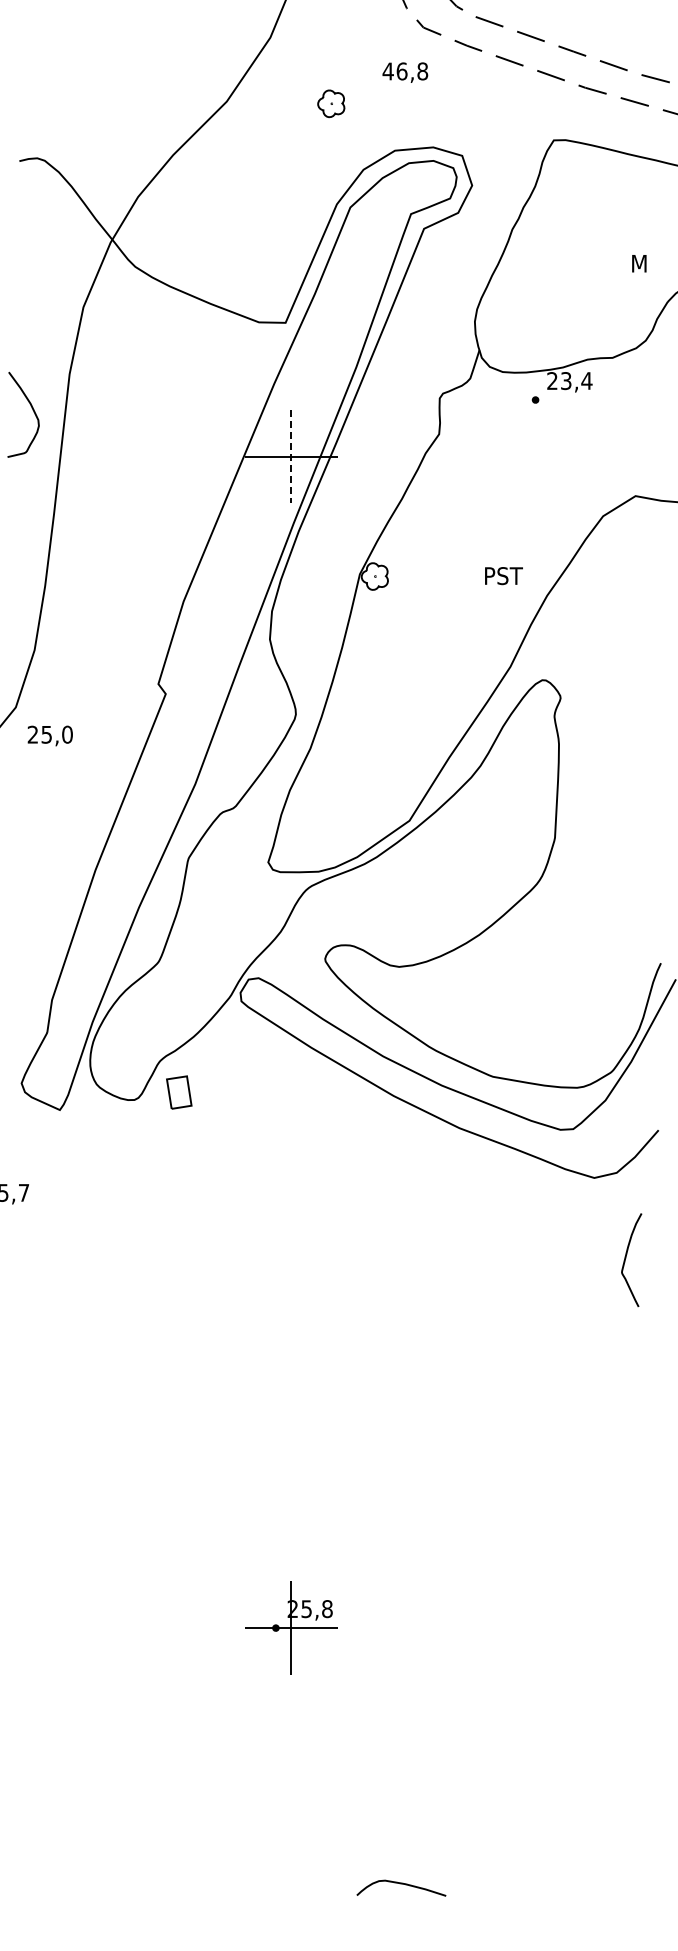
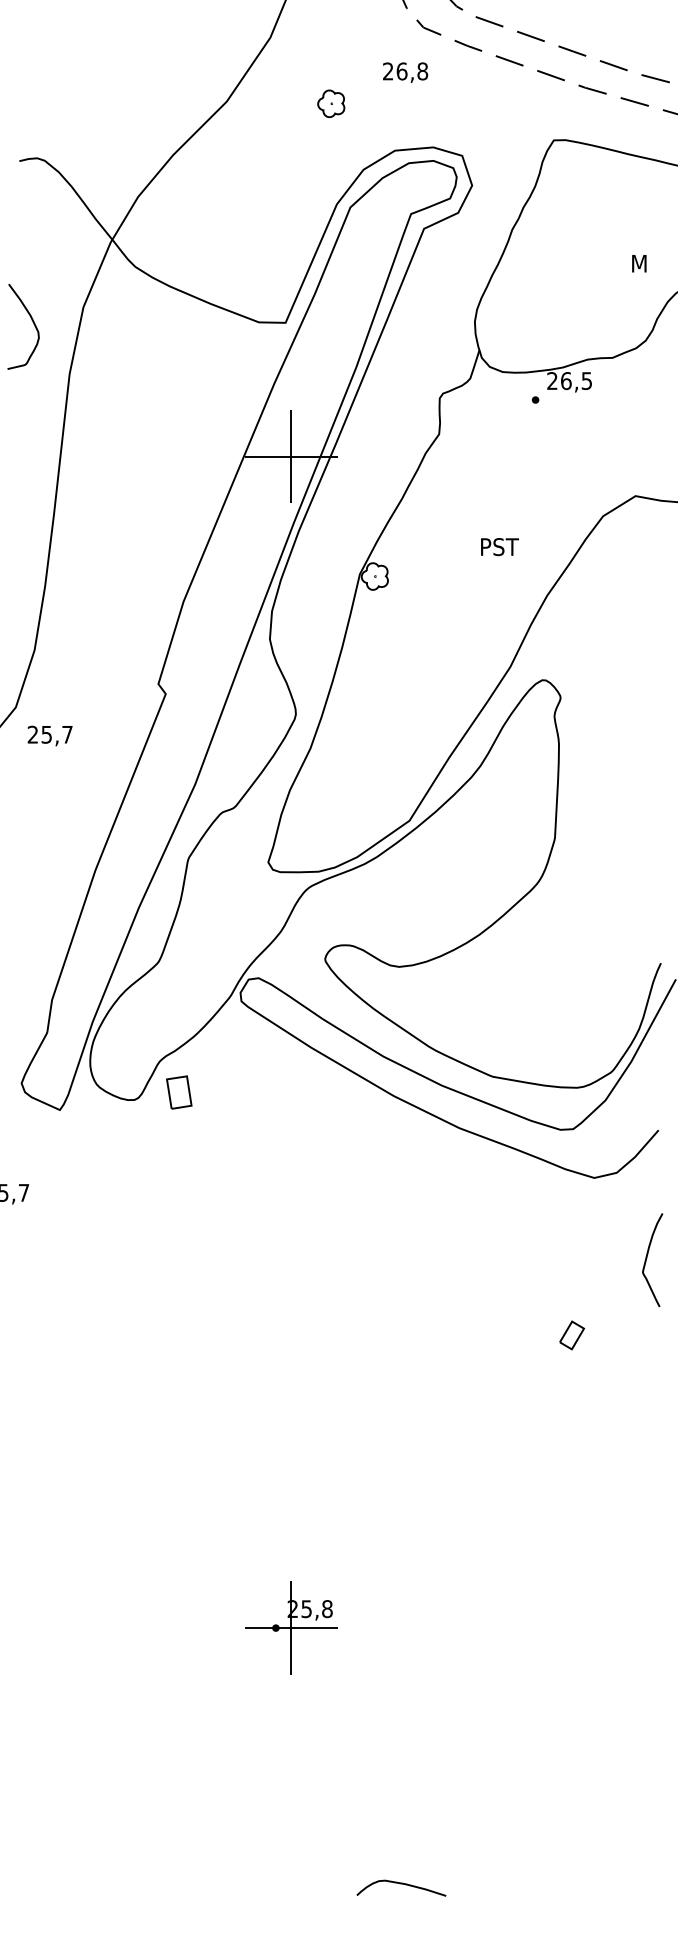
text at (387, 71): 46,8 -> 26,8
text at (576, 381): 23,4 -> 26,5
curve at (32, 410) position: (32, 410) -> (32, 322)
line at (291, 456): dashed -> solid
text at (503, 576) position: (503, 576) -> (499, 547)
text at (67, 734): 25,0 -> 25,7
curve at (626, 1258) position: (626, 1258) -> (647, 1258)
part at (572, 1335): none -> present
